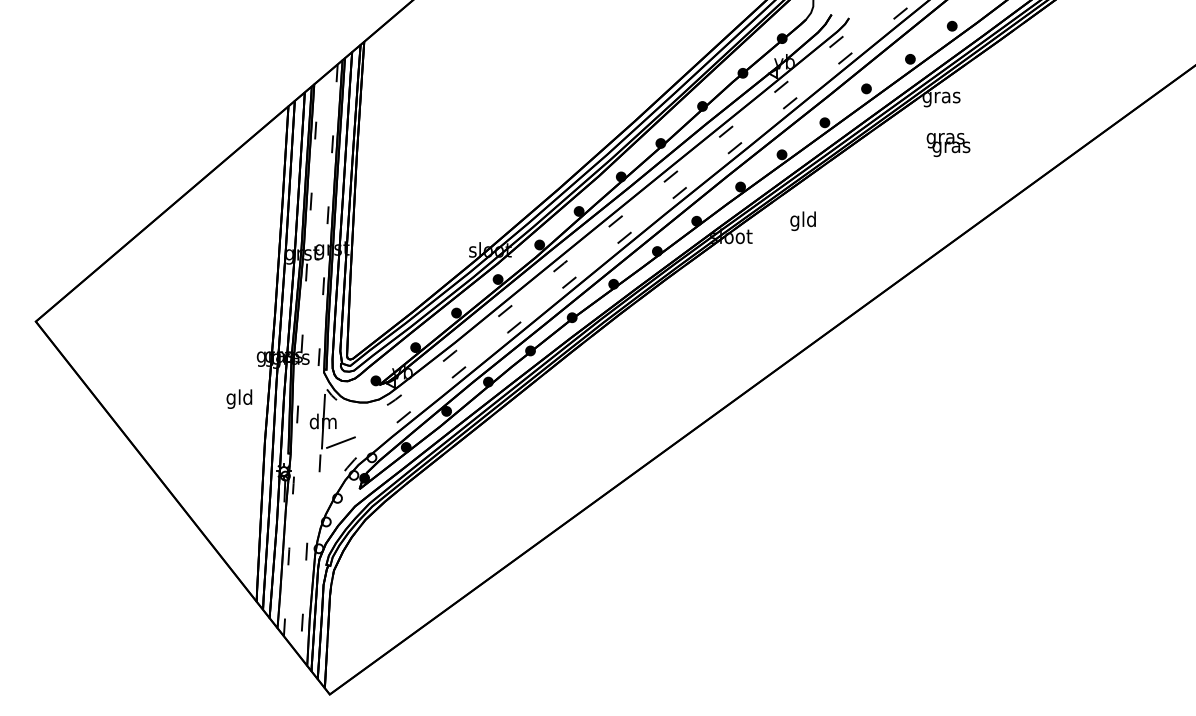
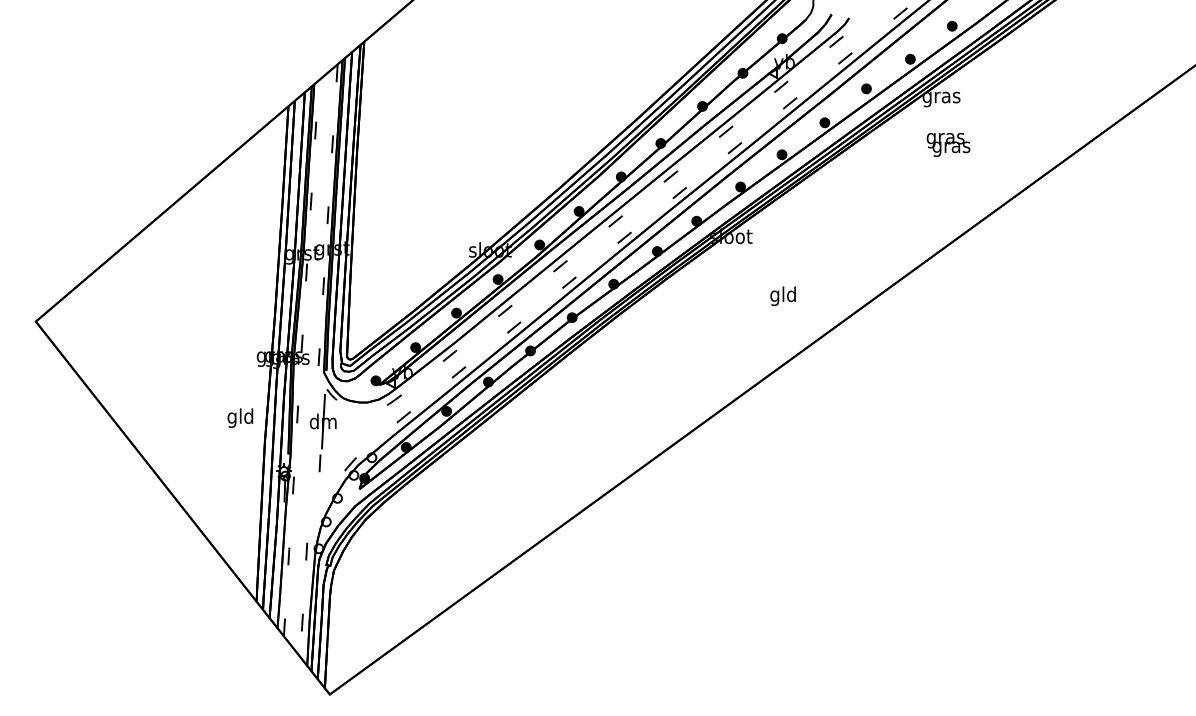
text at (802, 220) position: (802, 220) -> (782, 295)
text at (239, 398) position: (239, 398) -> (240, 417)
line at (340, 442): present -> none
